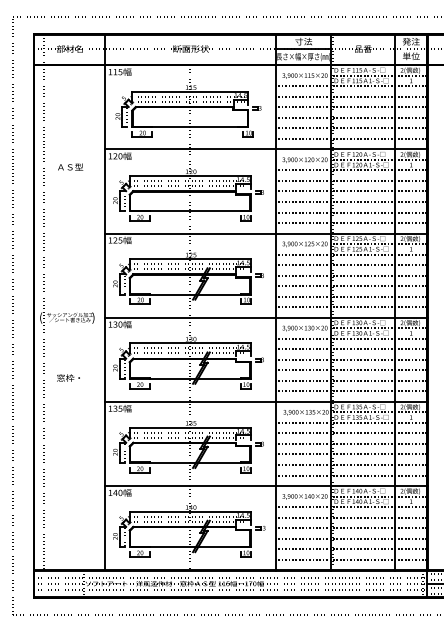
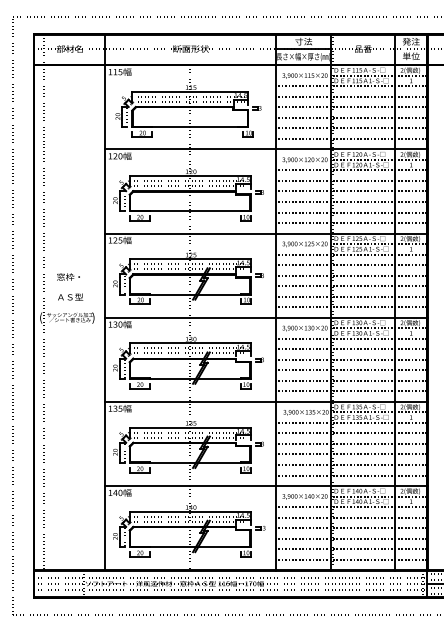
text at (70, 166) position: (70, 166) -> (70, 296)
text at (68, 377) position: (68, 377) -> (68, 276)
